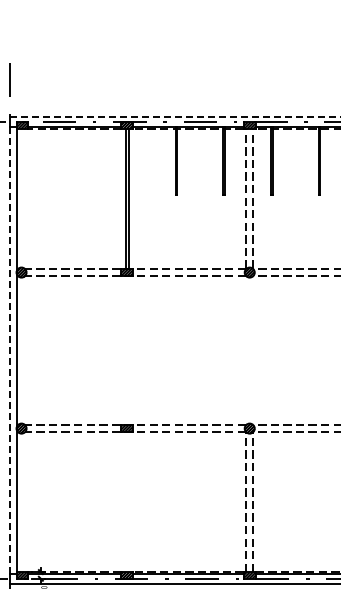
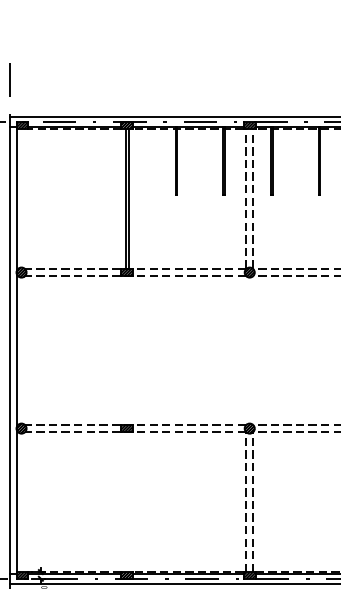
line at (175, 117): dashed -> solid
line at (9, 350): dashed -> solid
